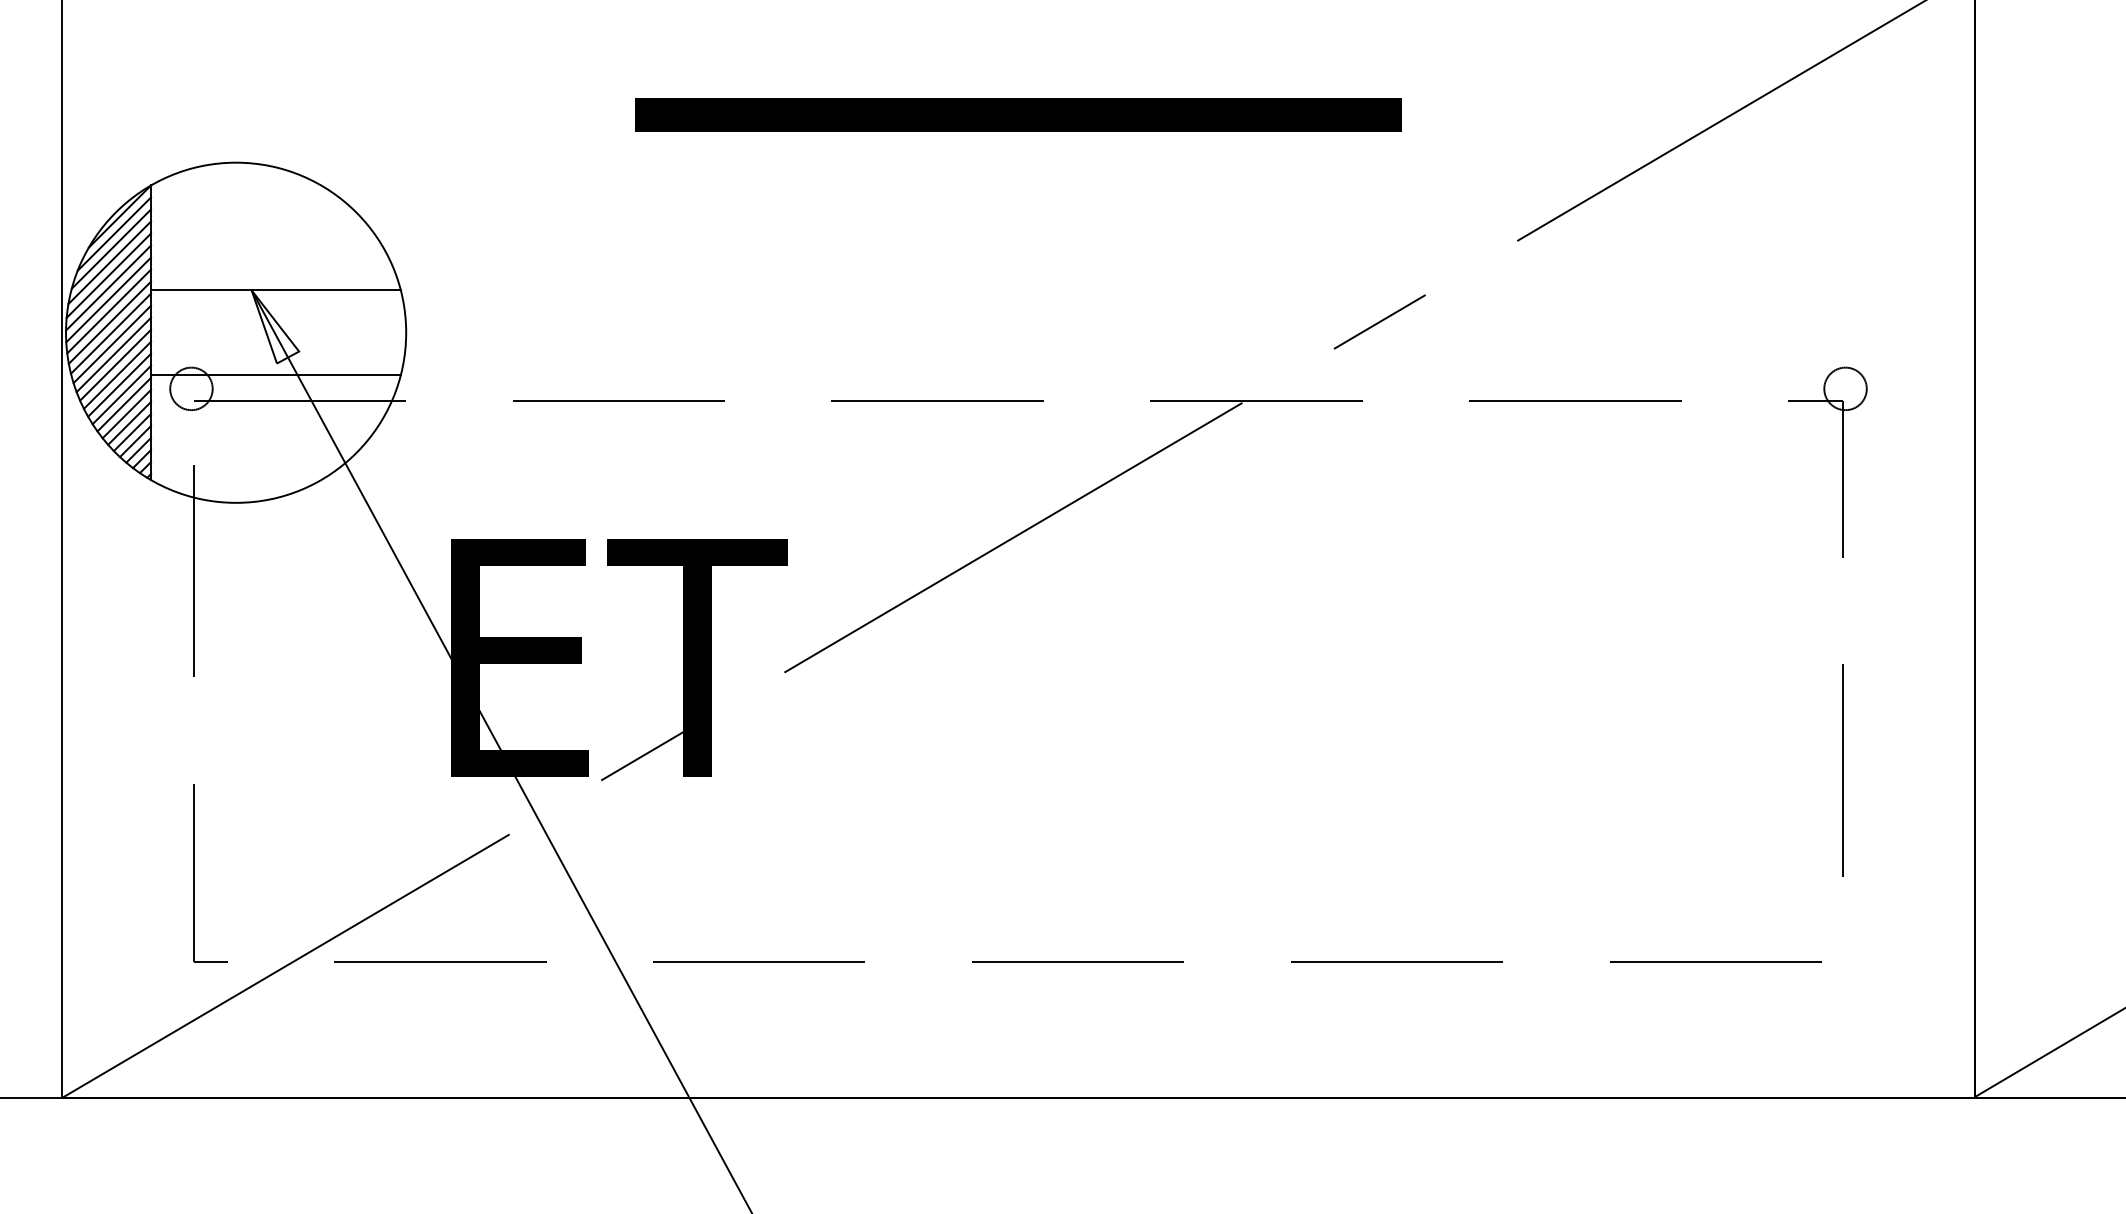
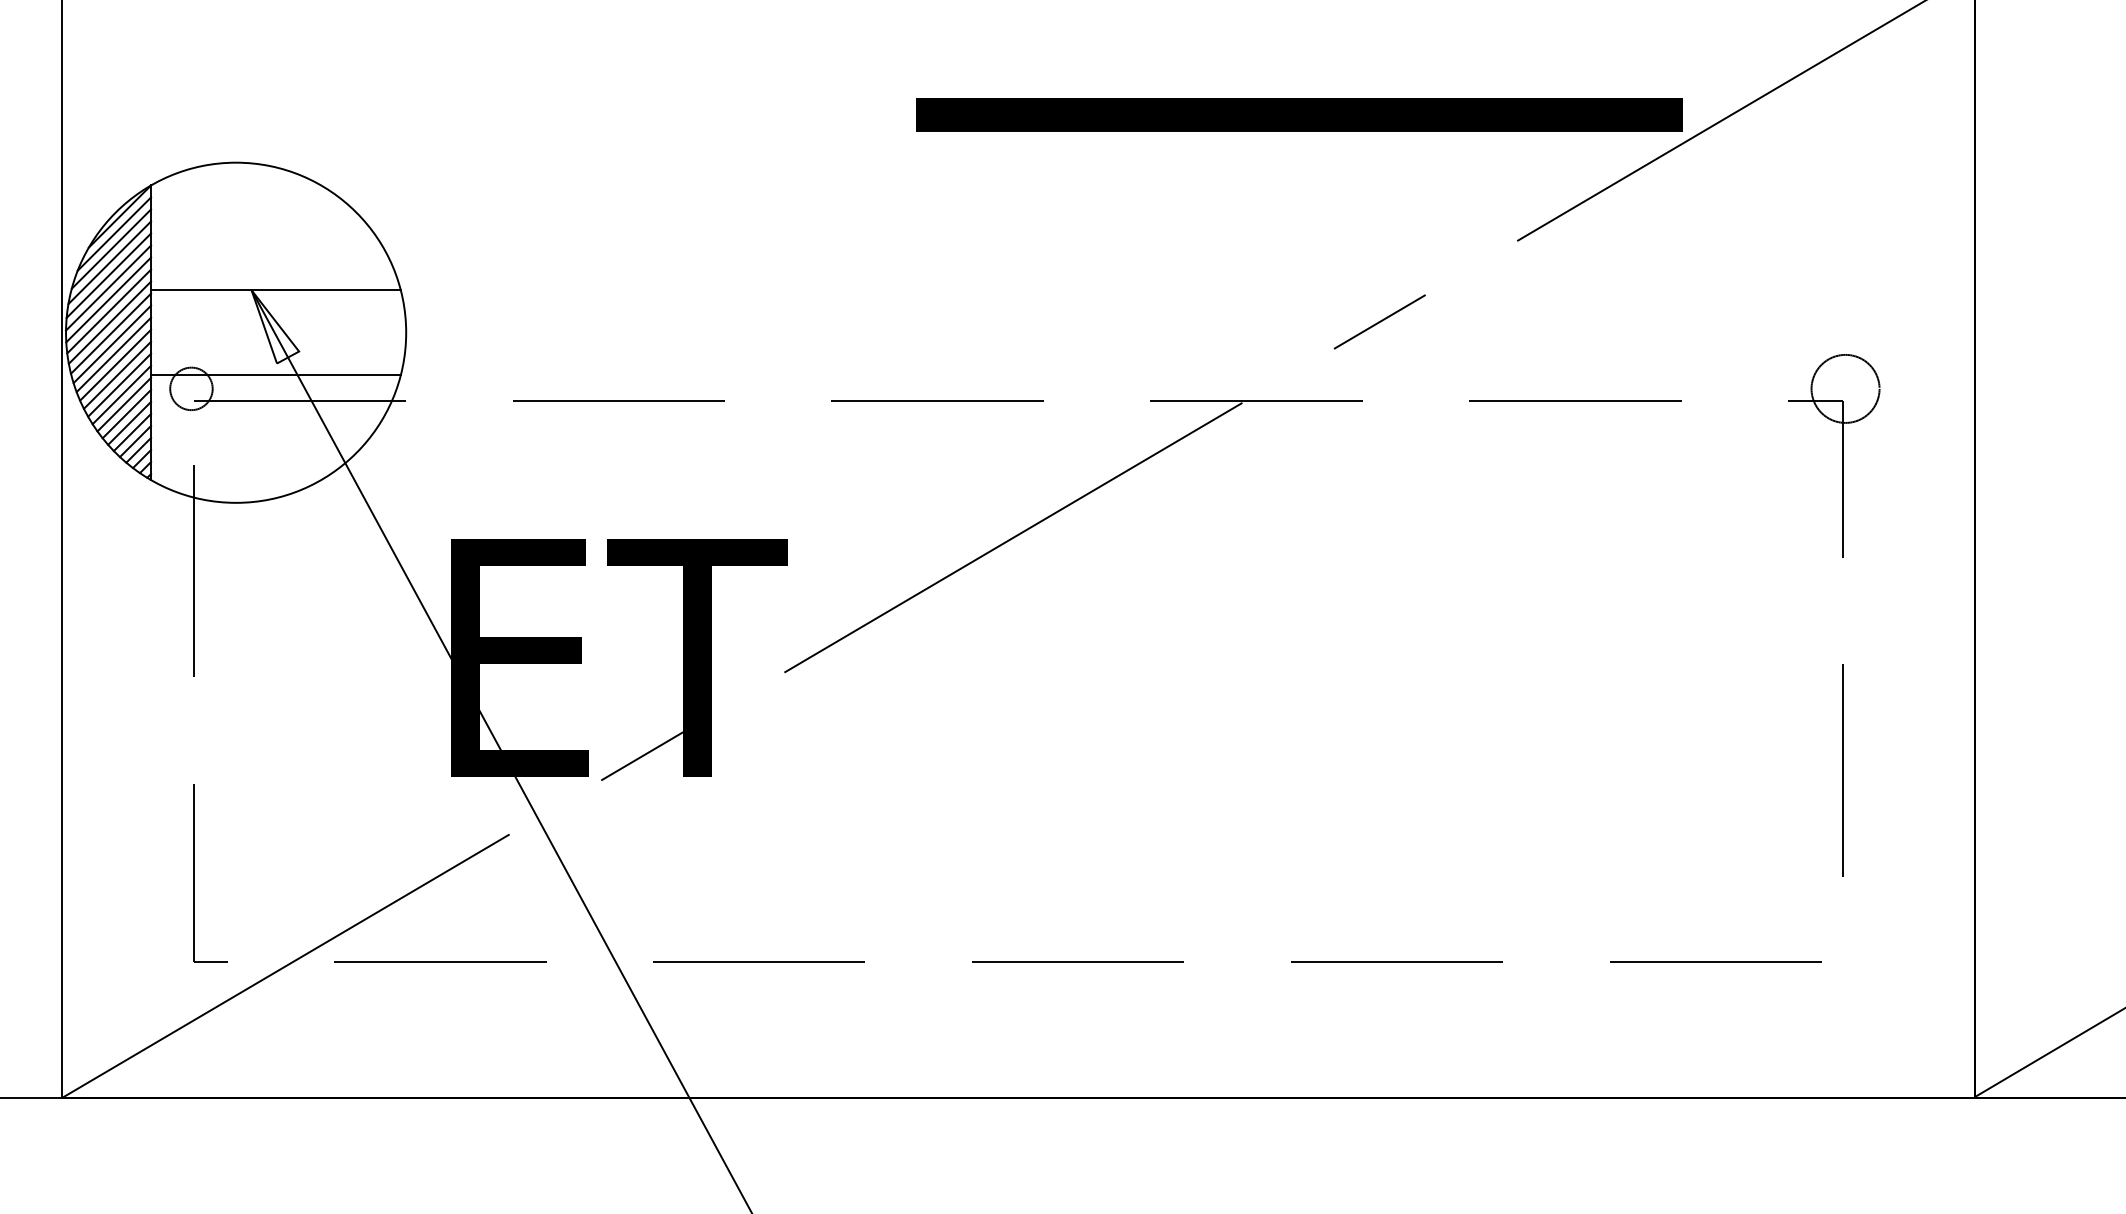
part at (1018, 114) position: (1018, 114) -> (1299, 114)
circle at (1845, 388) diameter: 43 px -> 68 px
